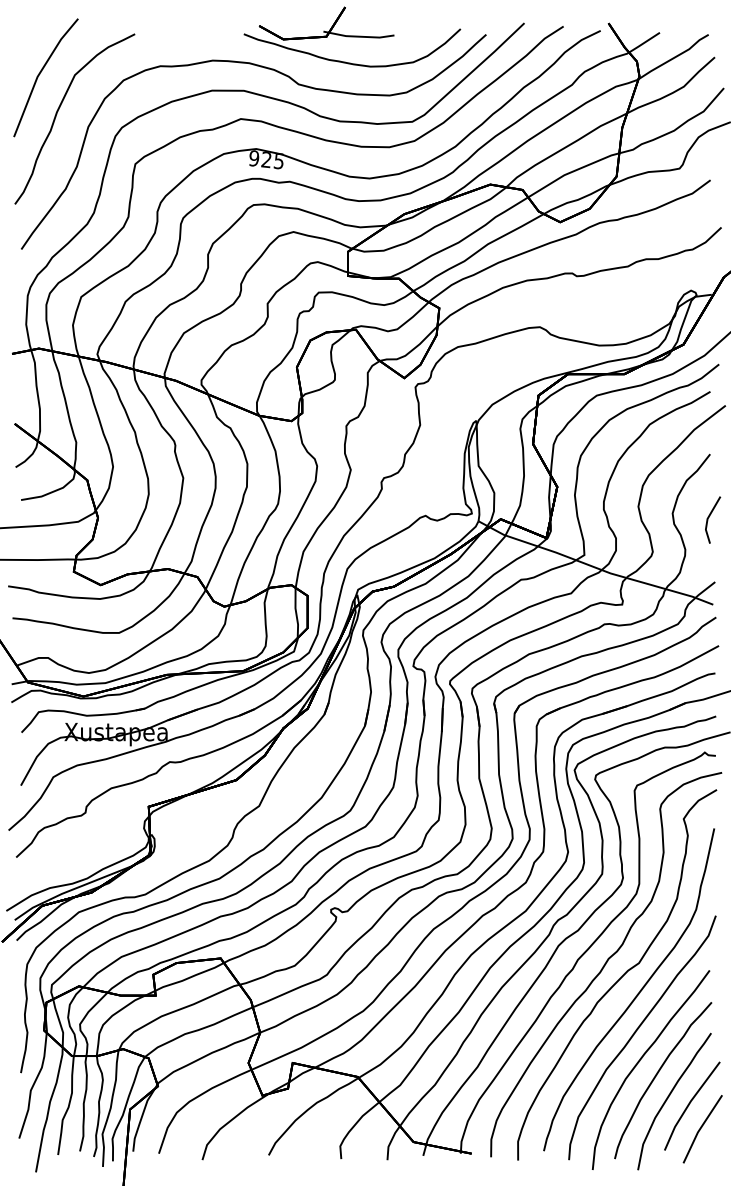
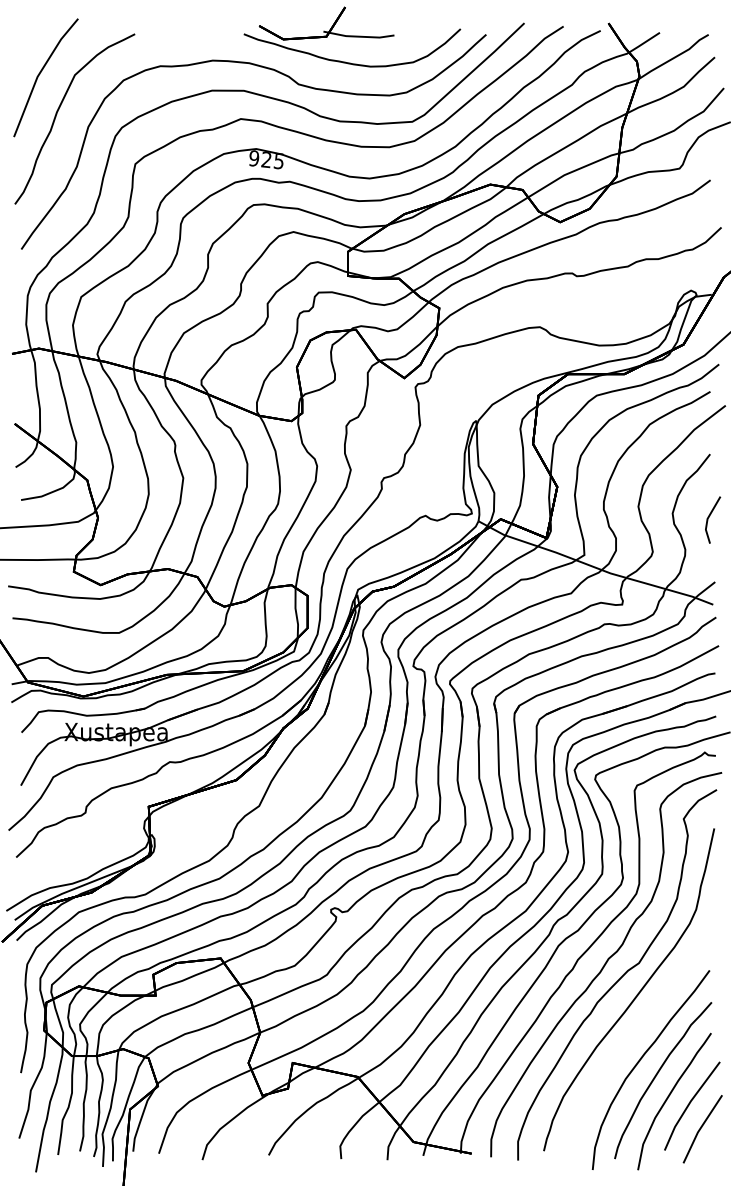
part at (636, 1032): present -> none
